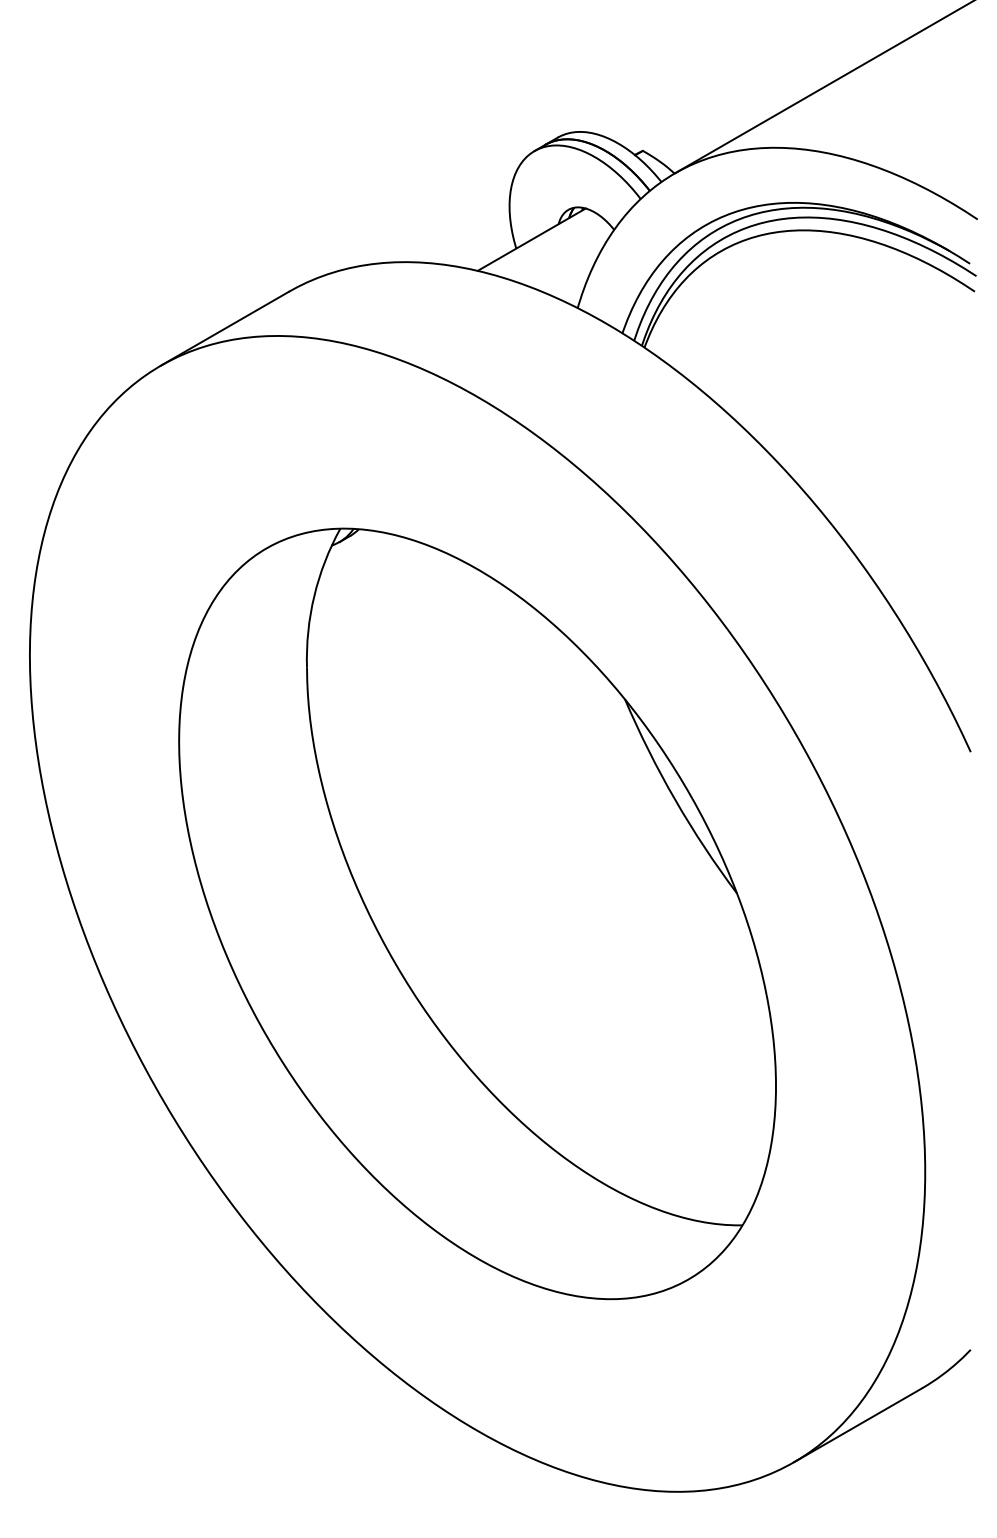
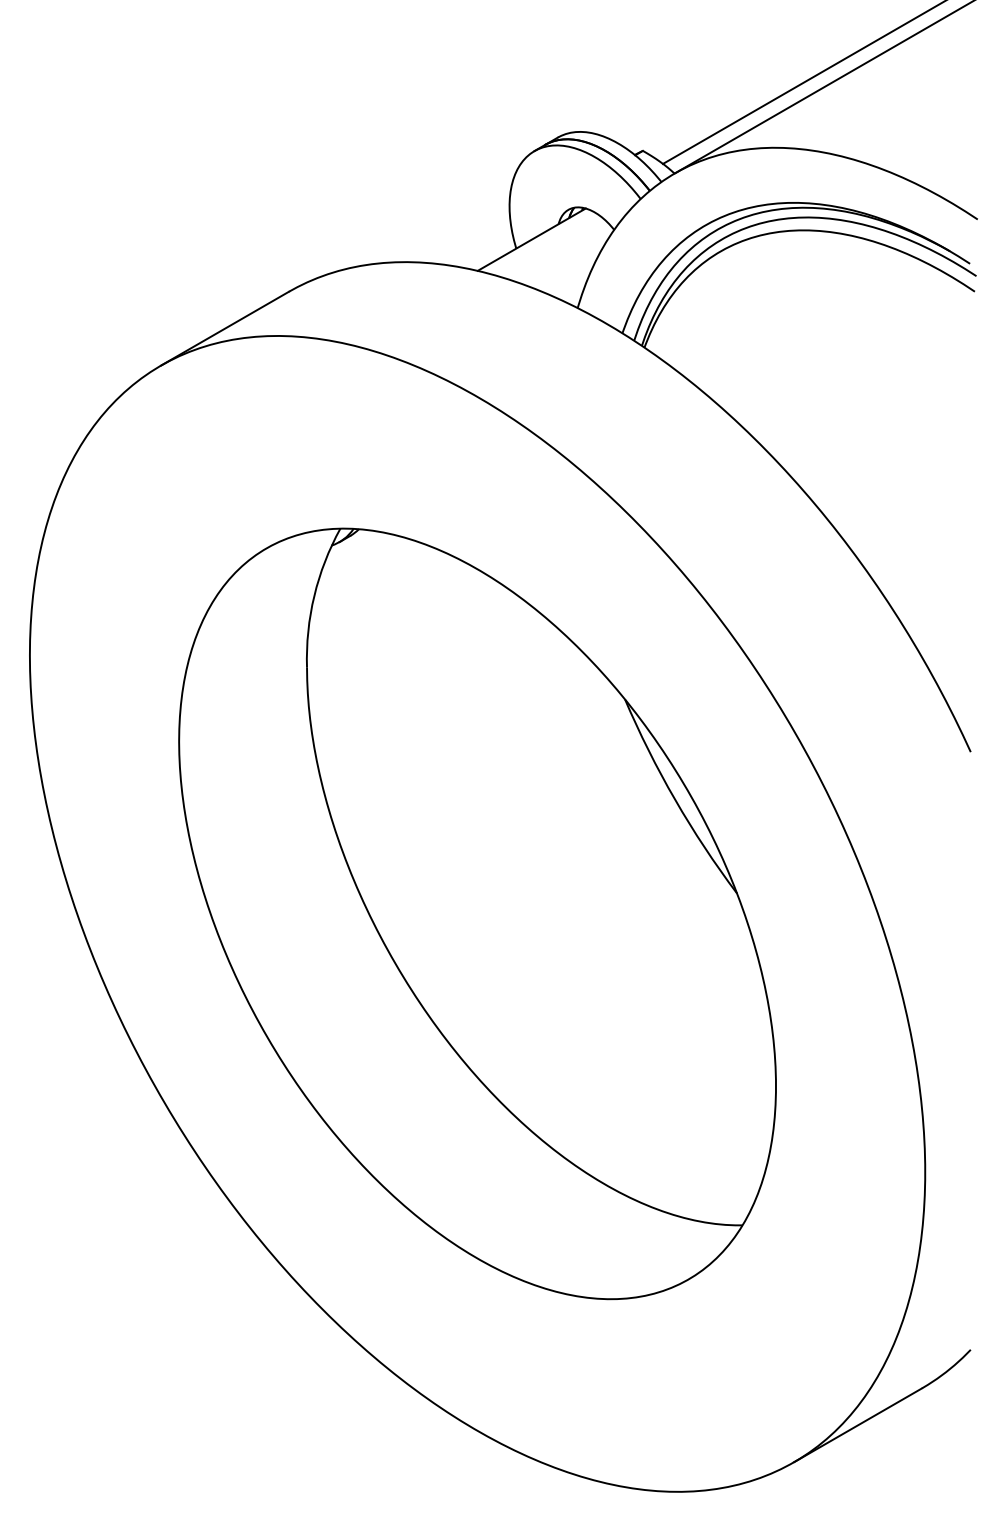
line at (802, 82): none -> present
